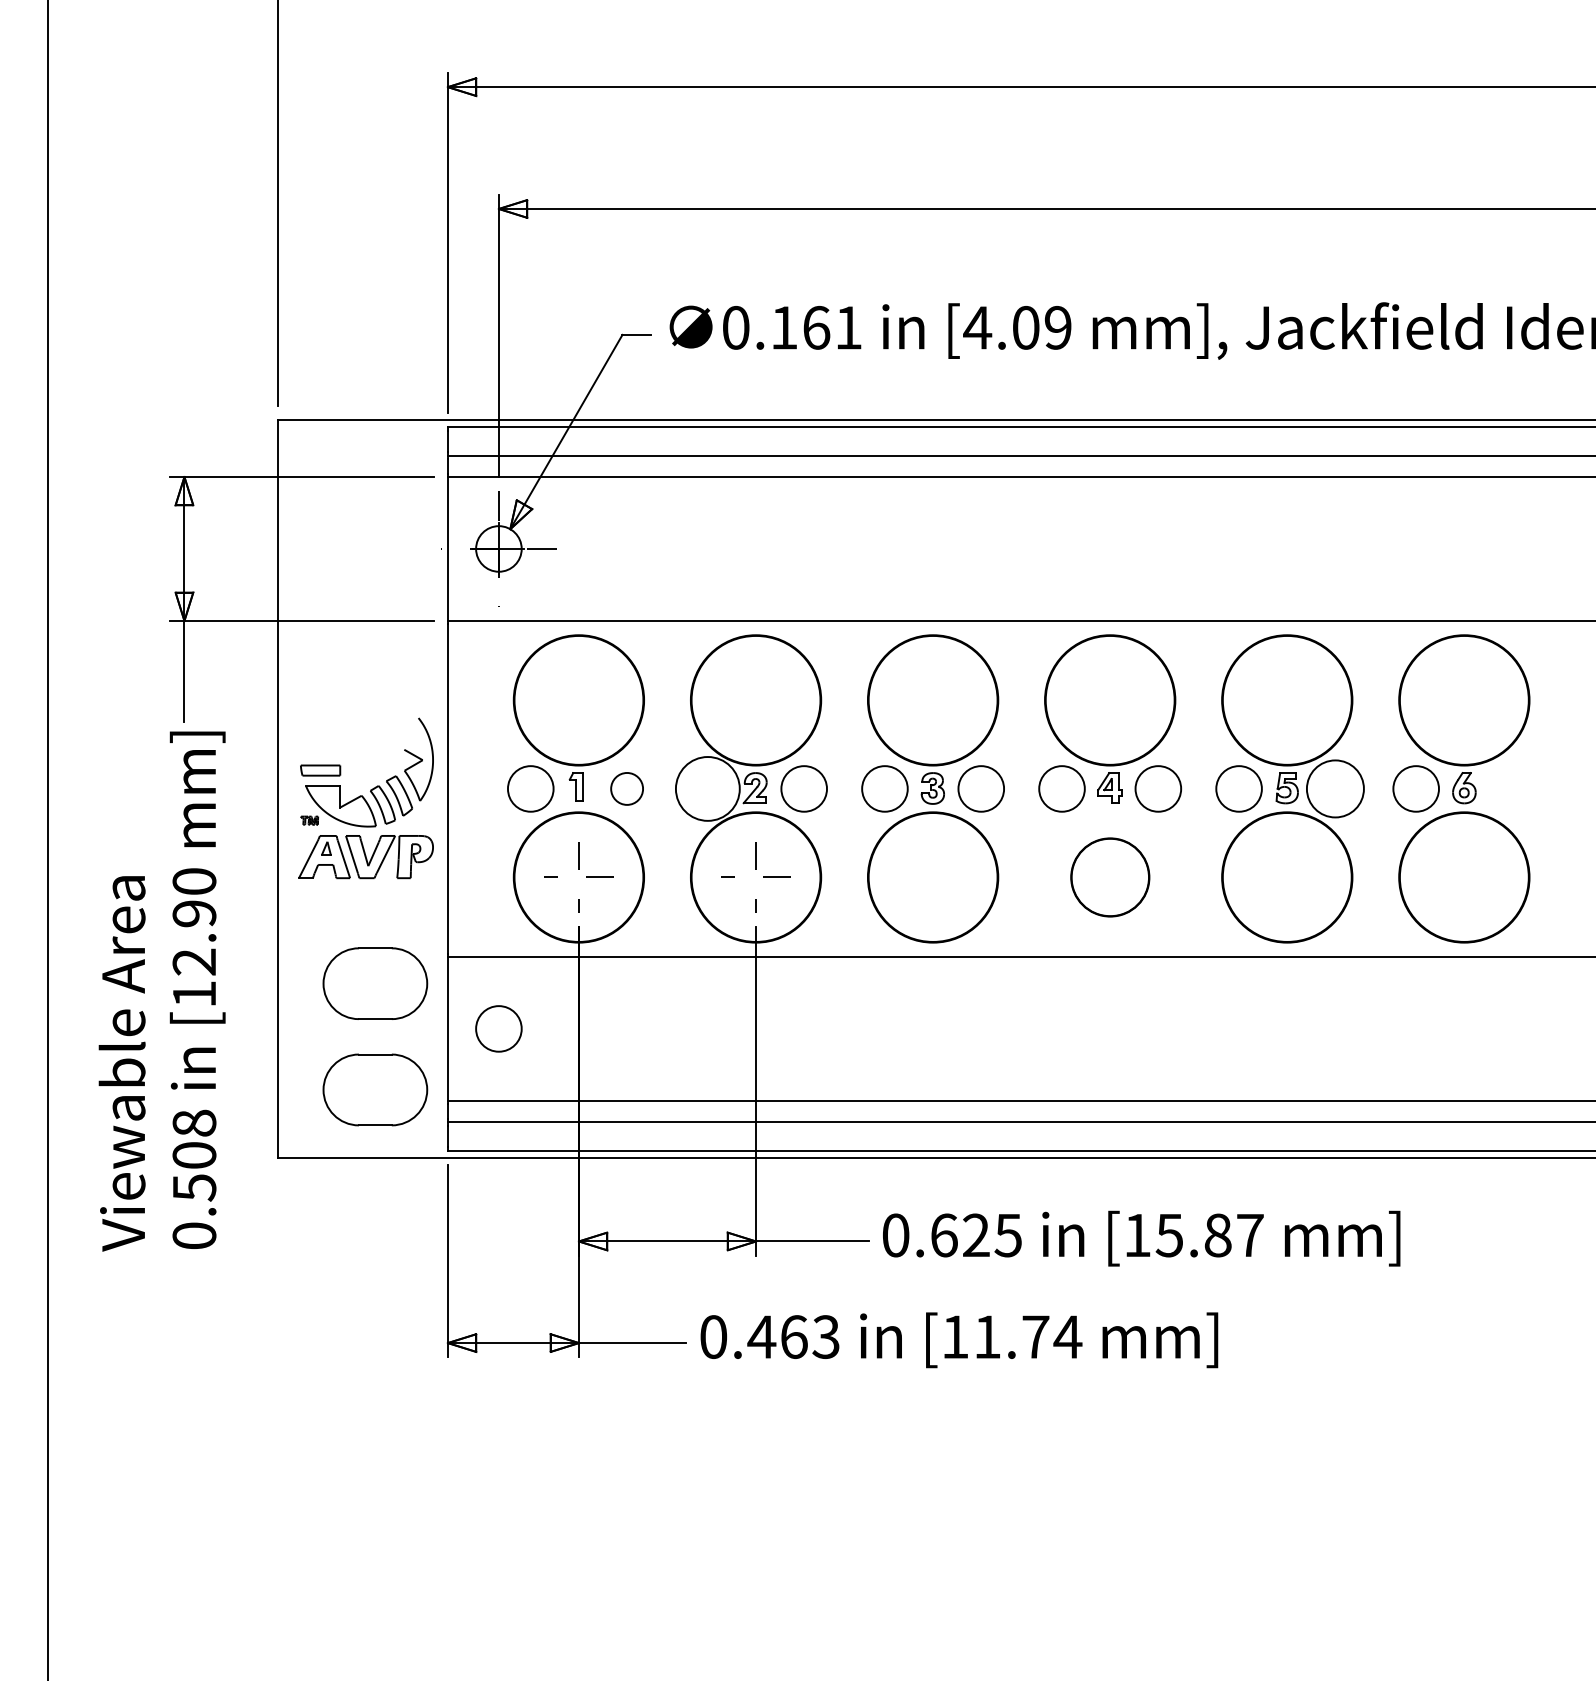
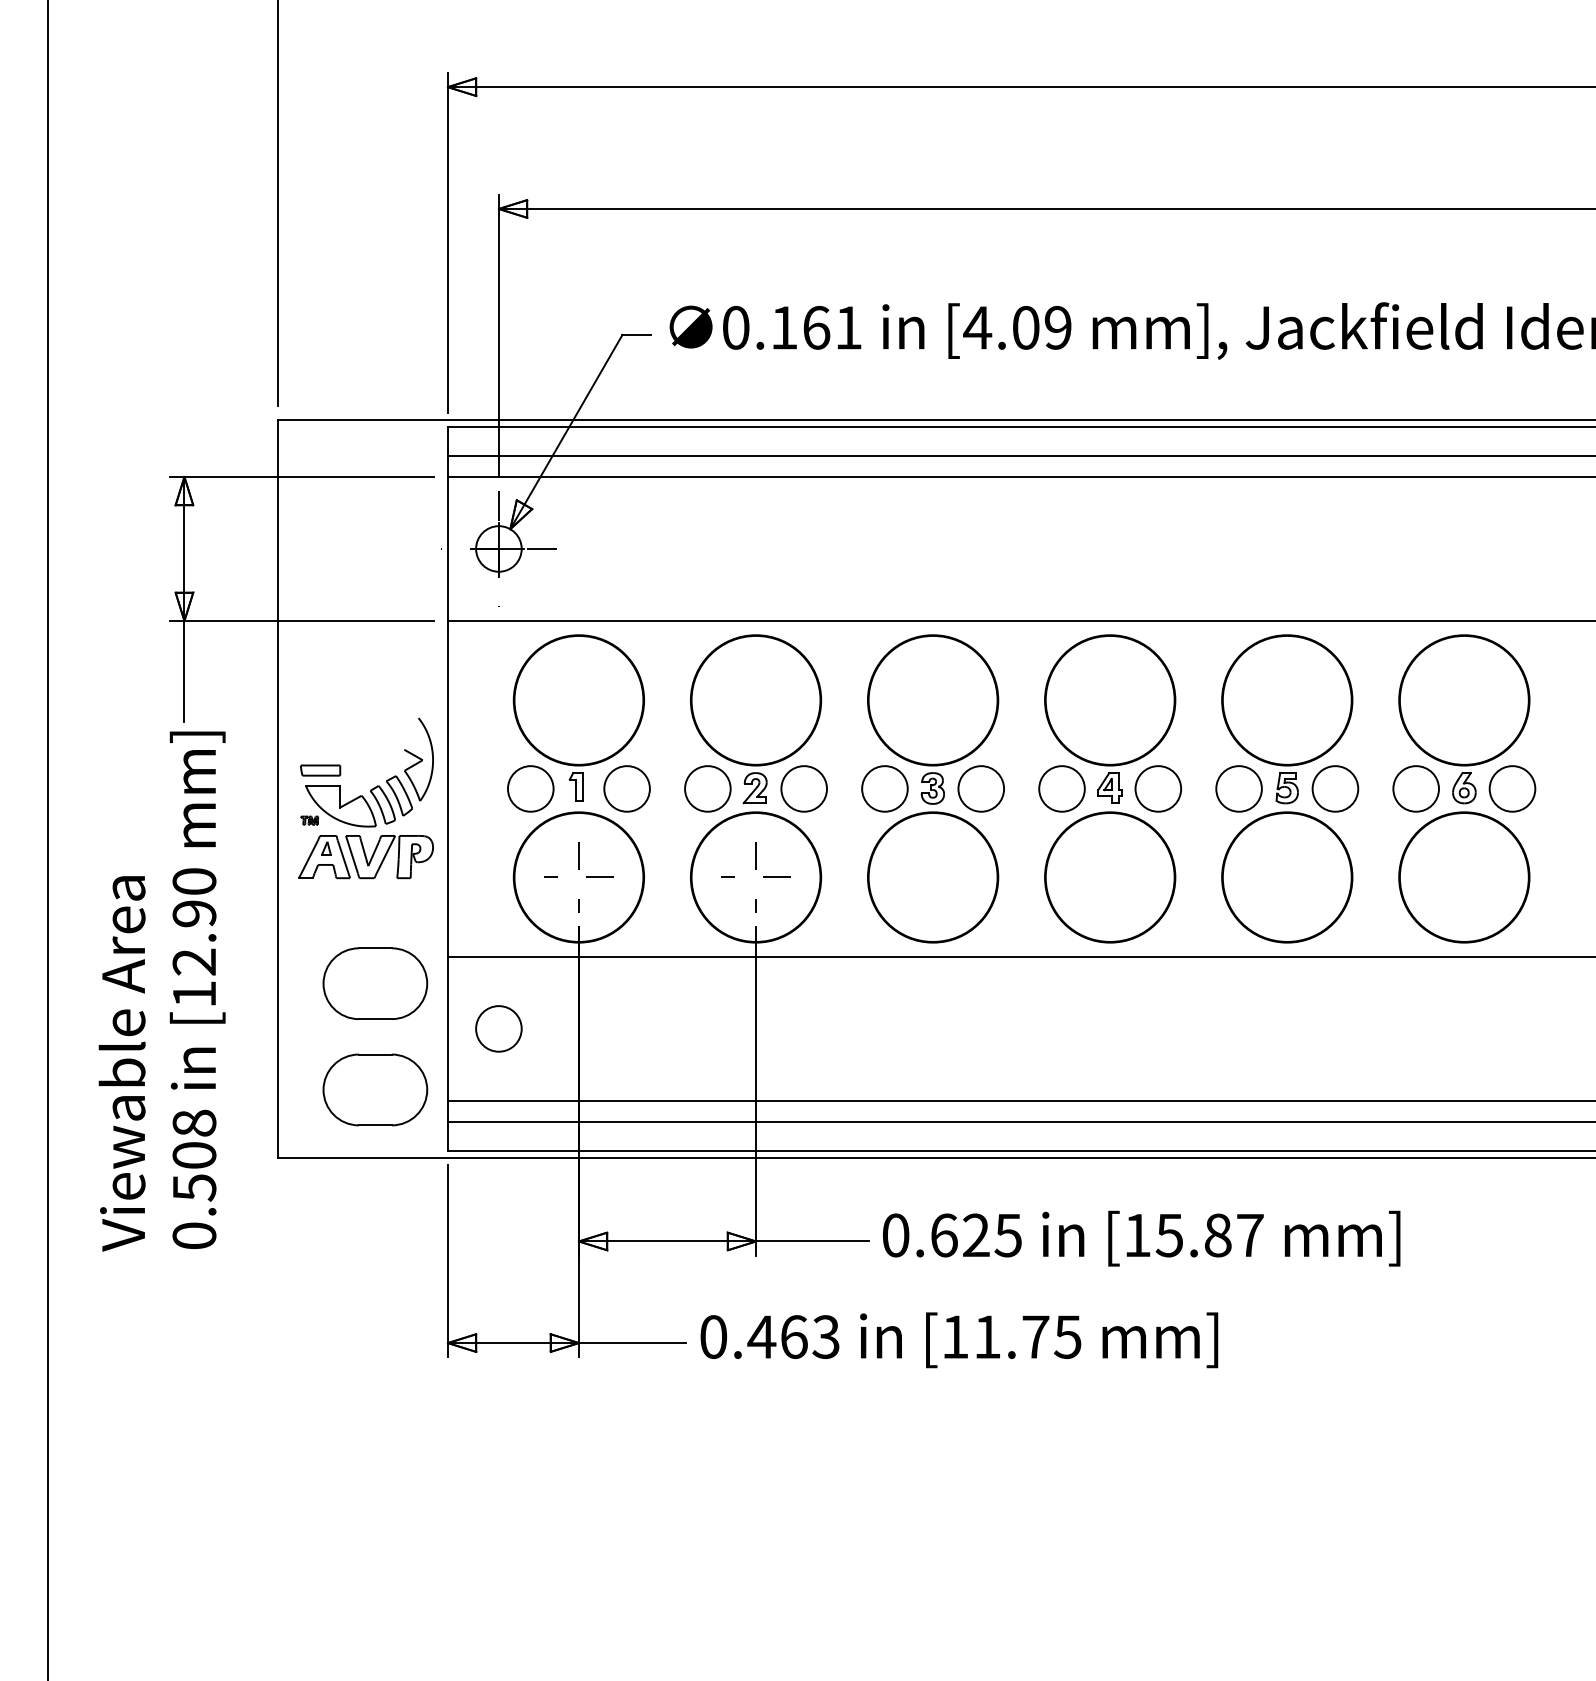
circle at (627, 788) diameter: 32 px -> 46 px
circle at (707, 788) diameter: 64 px -> 46 px
circle at (1334, 788) diameter: 57 px -> 46 px
circle at (1512, 788): none -> present
circle at (1110, 877) size: 81x81 px -> 133x133 px
text at (1067, 1337): [11.74 -> [11.75
